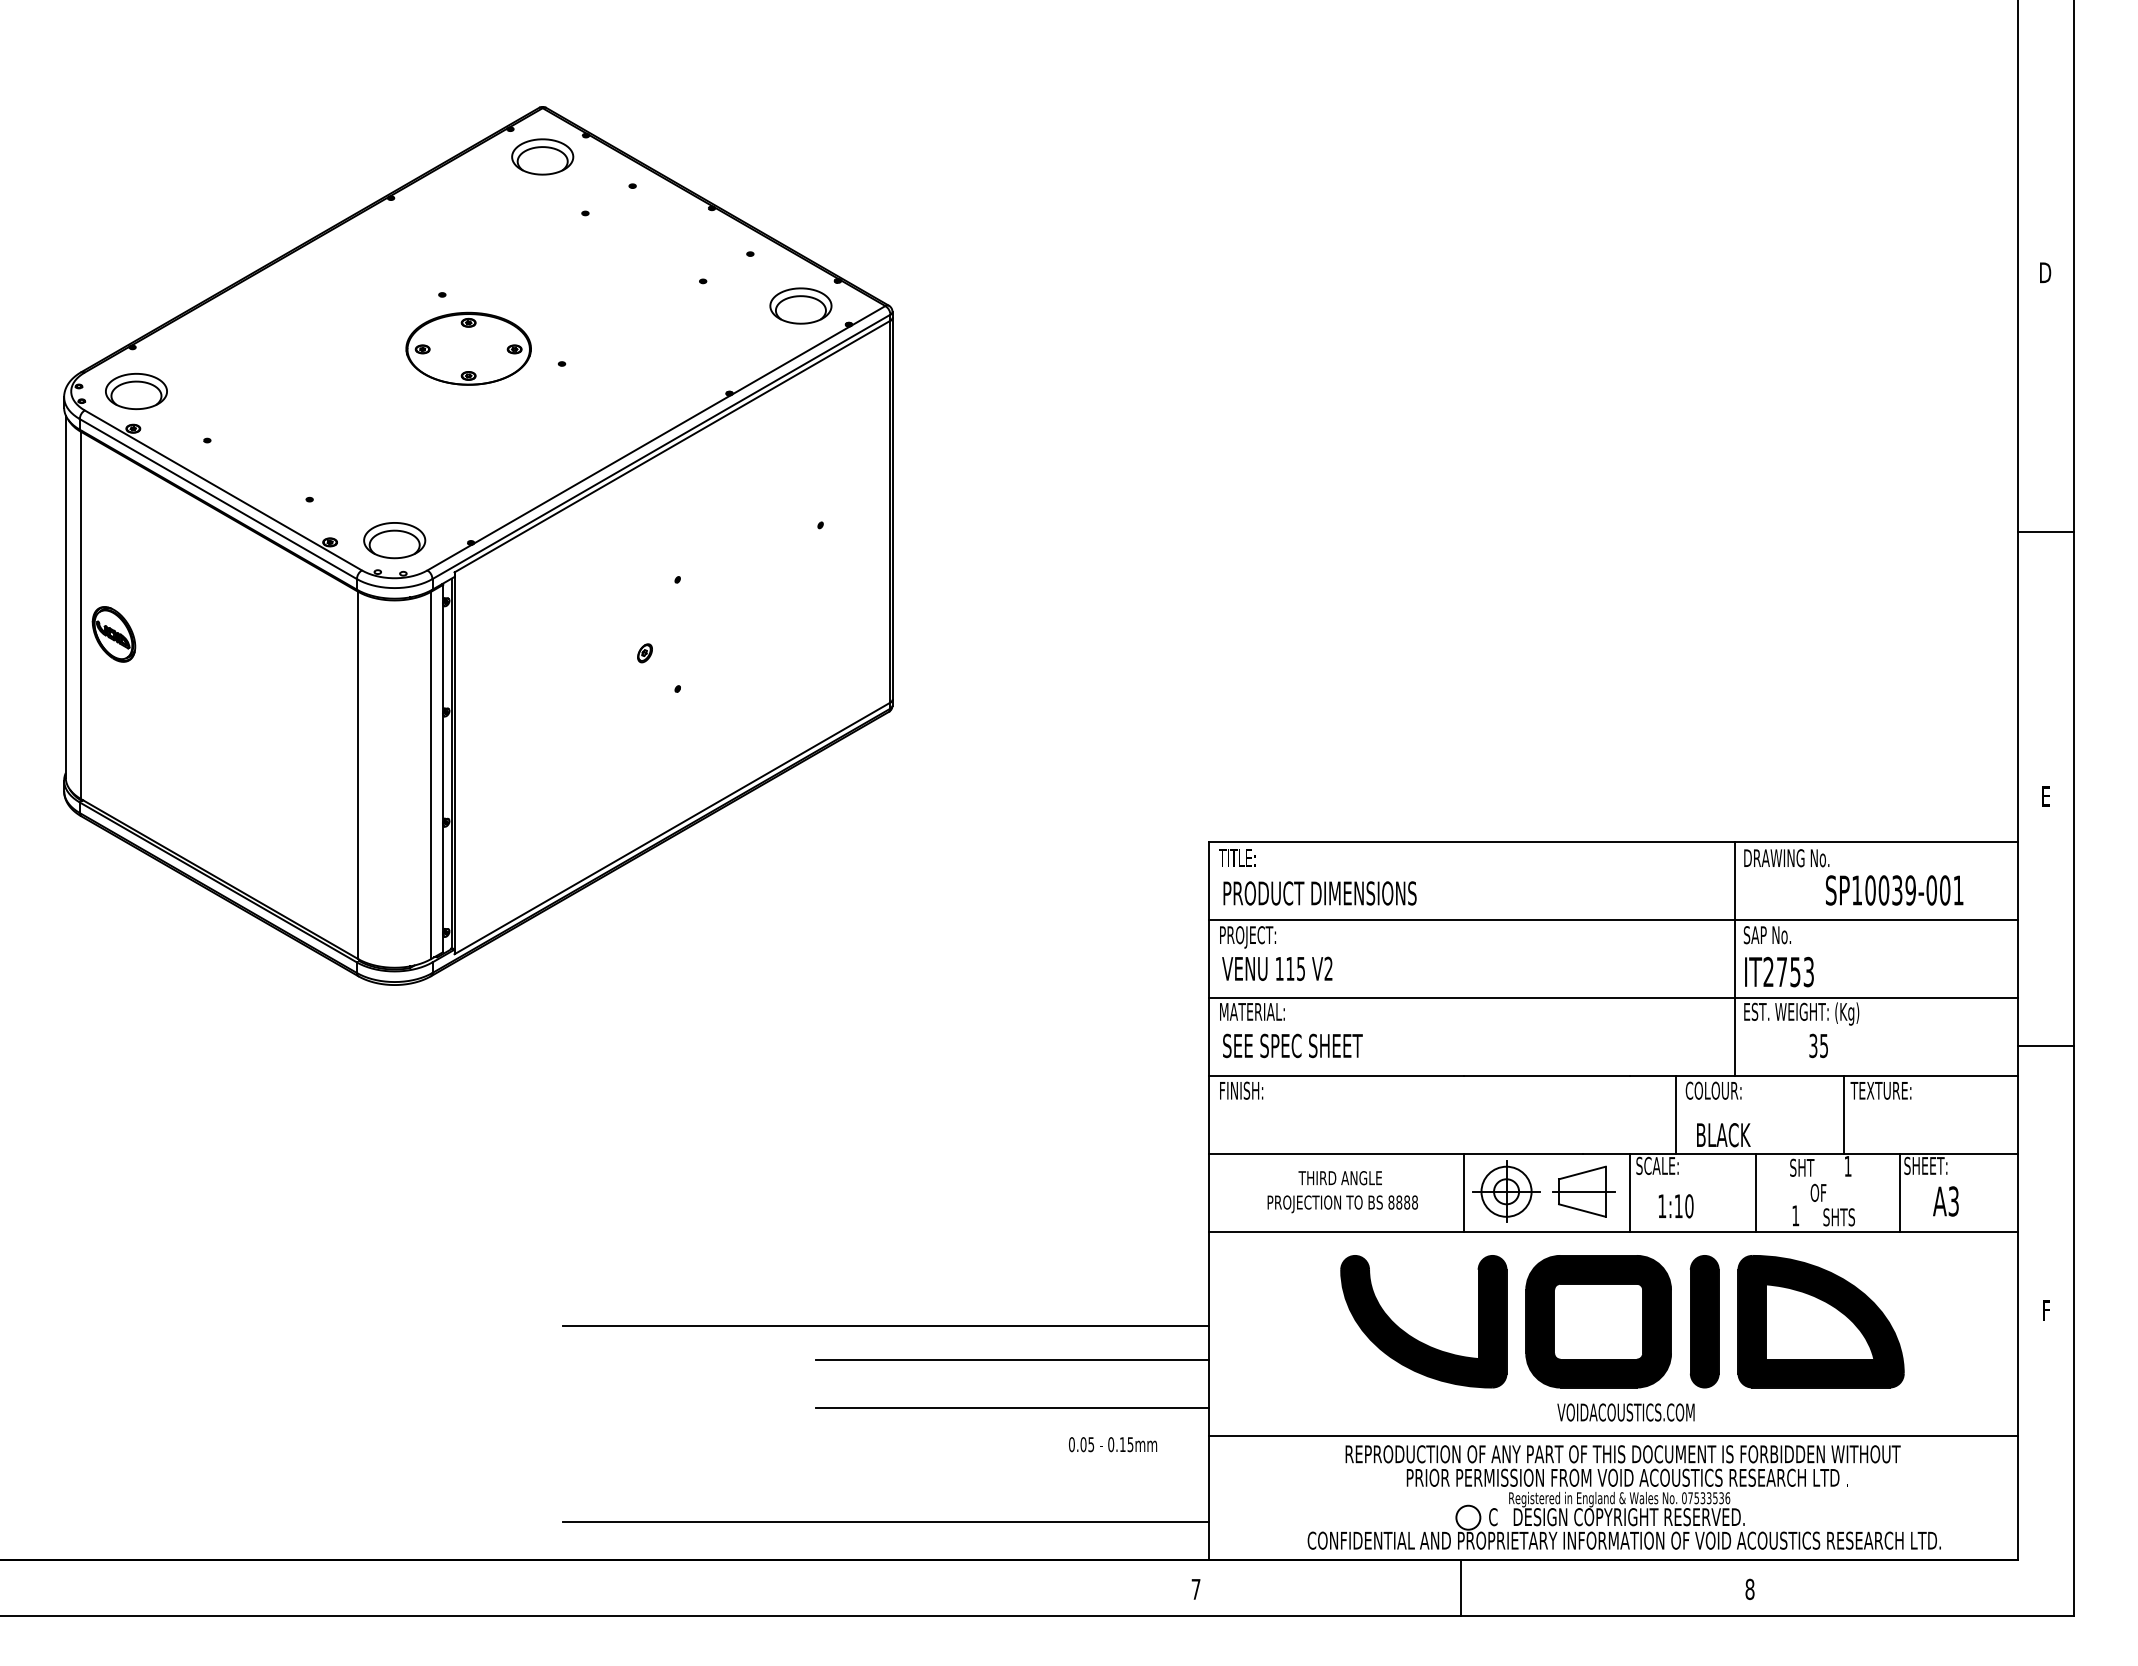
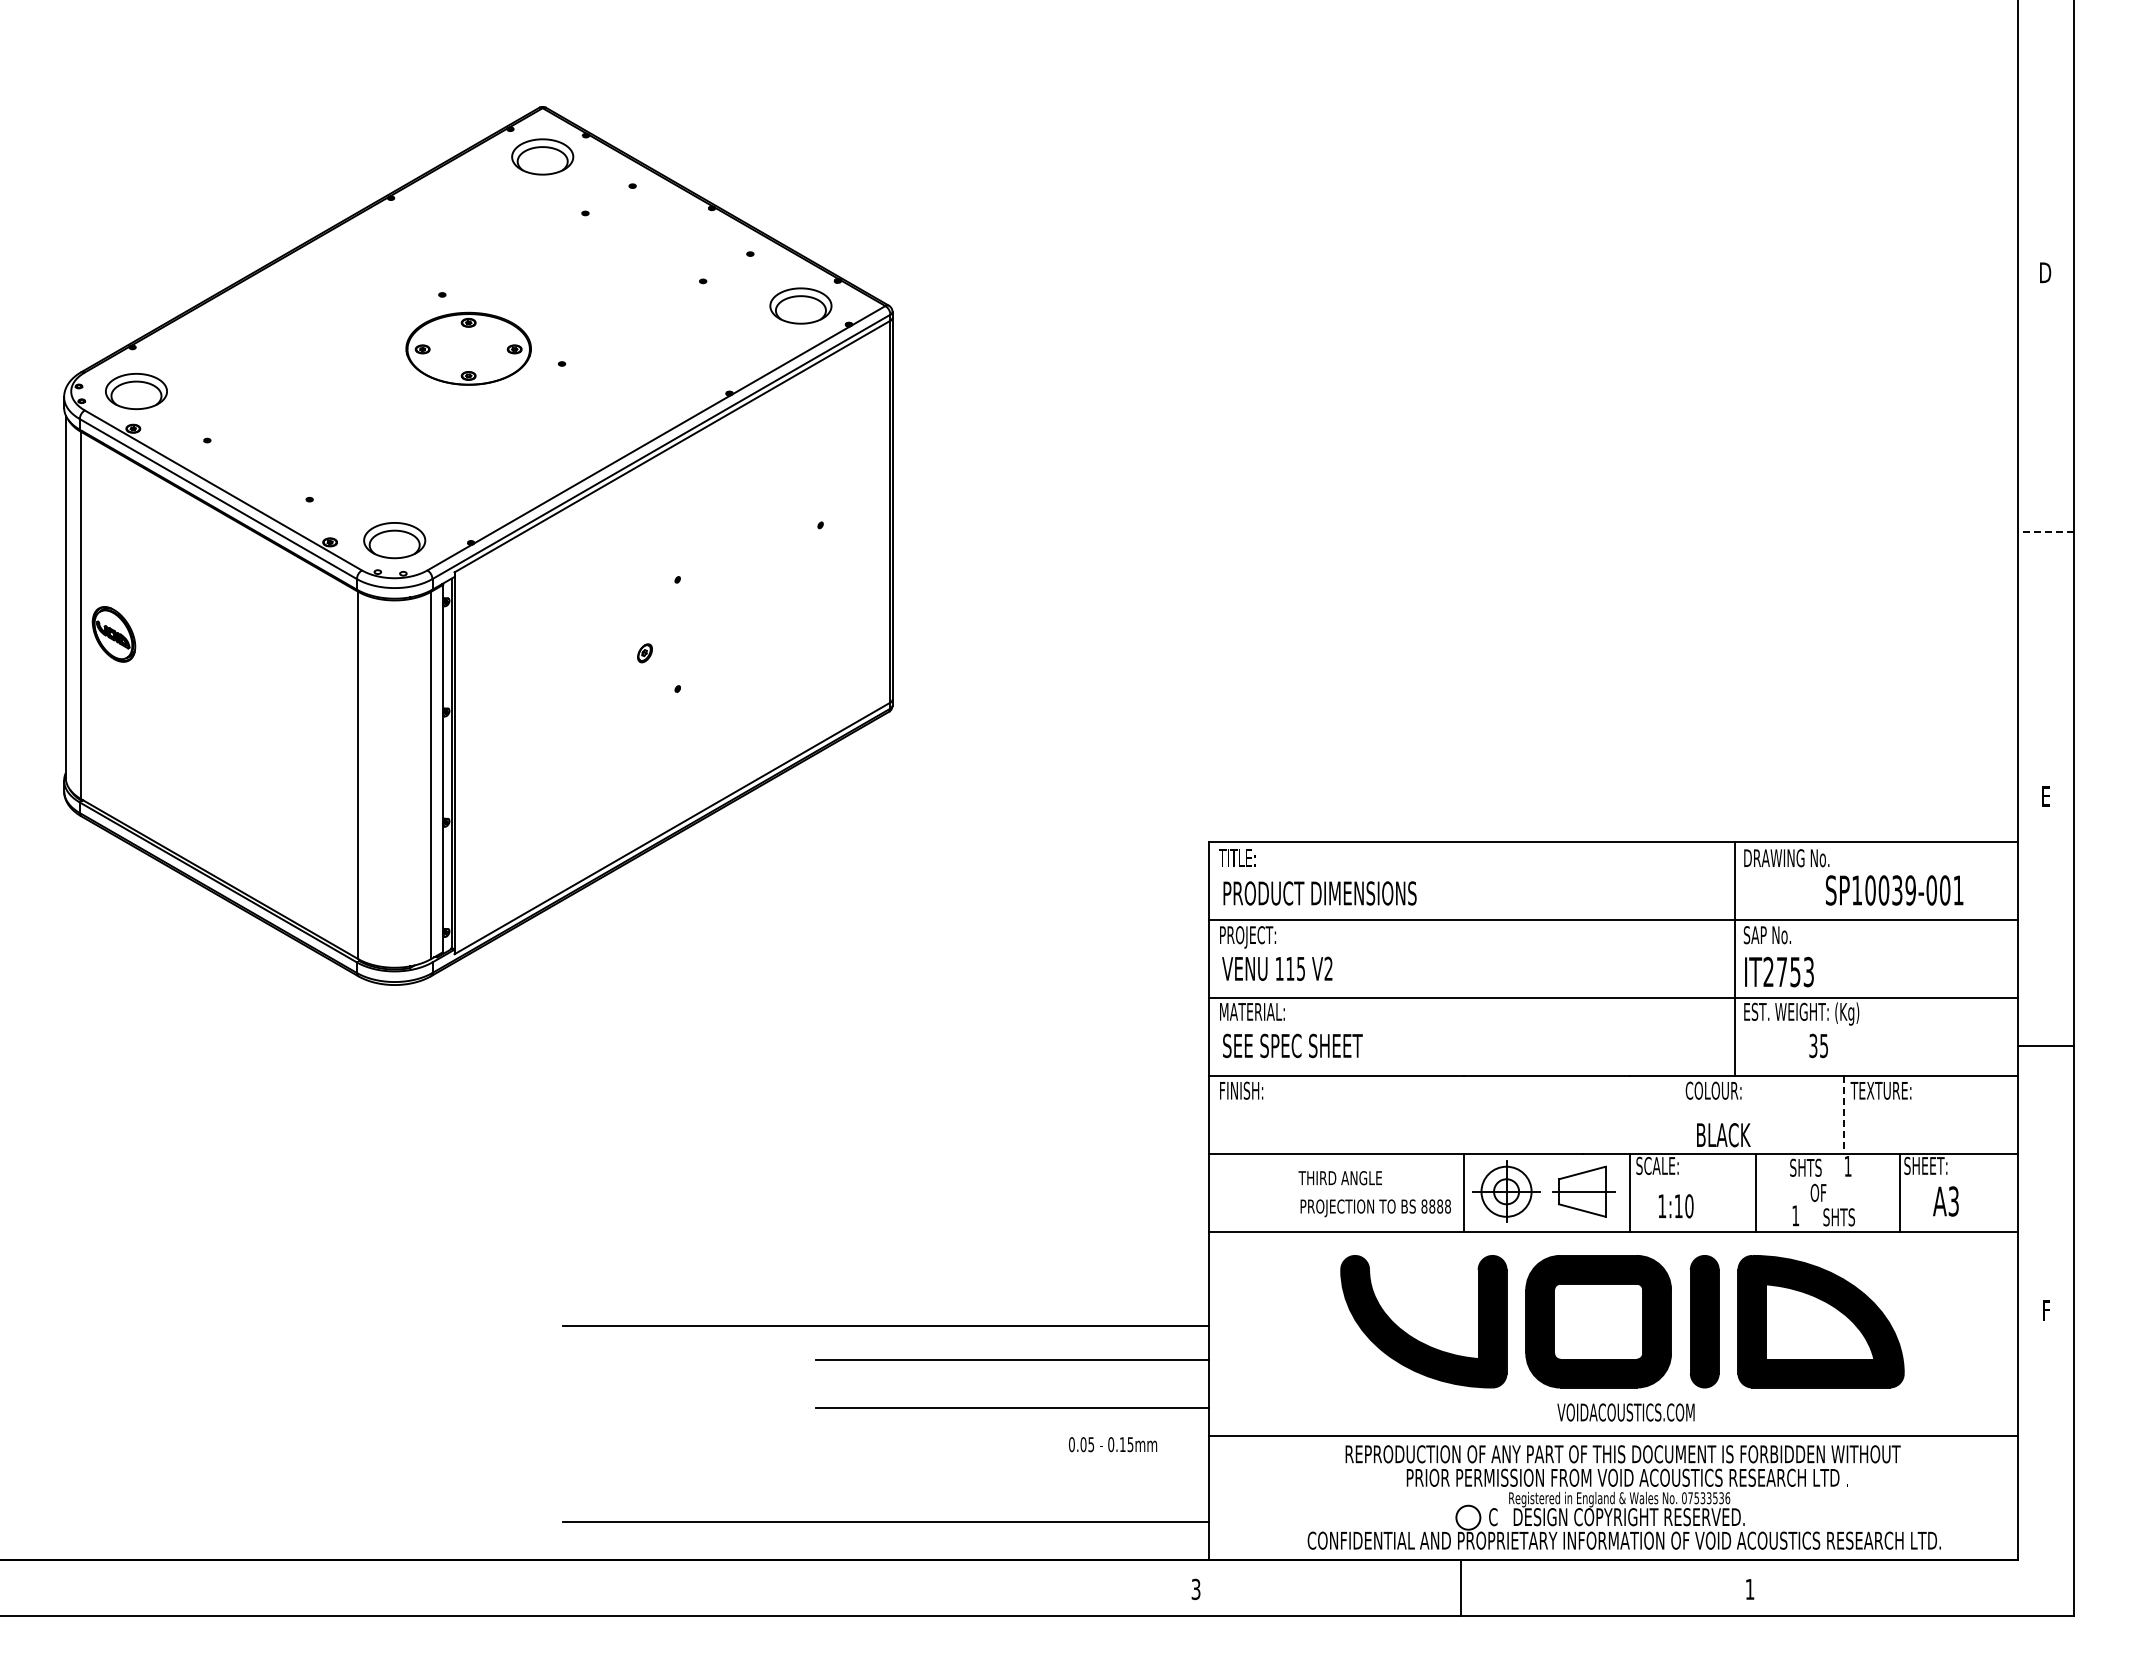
line at (2046, 532): solid -> dashed
line at (1676, 1115): present -> none
line at (1843, 1115): solid -> dashed
text at (1818, 1167): SHT -> SHTS
text at (1342, 1204) position: (1342, 1204) -> (1375, 1208)
text at (1195, 1589): 7 -> 3
text at (1749, 1589): 8 -> 1
